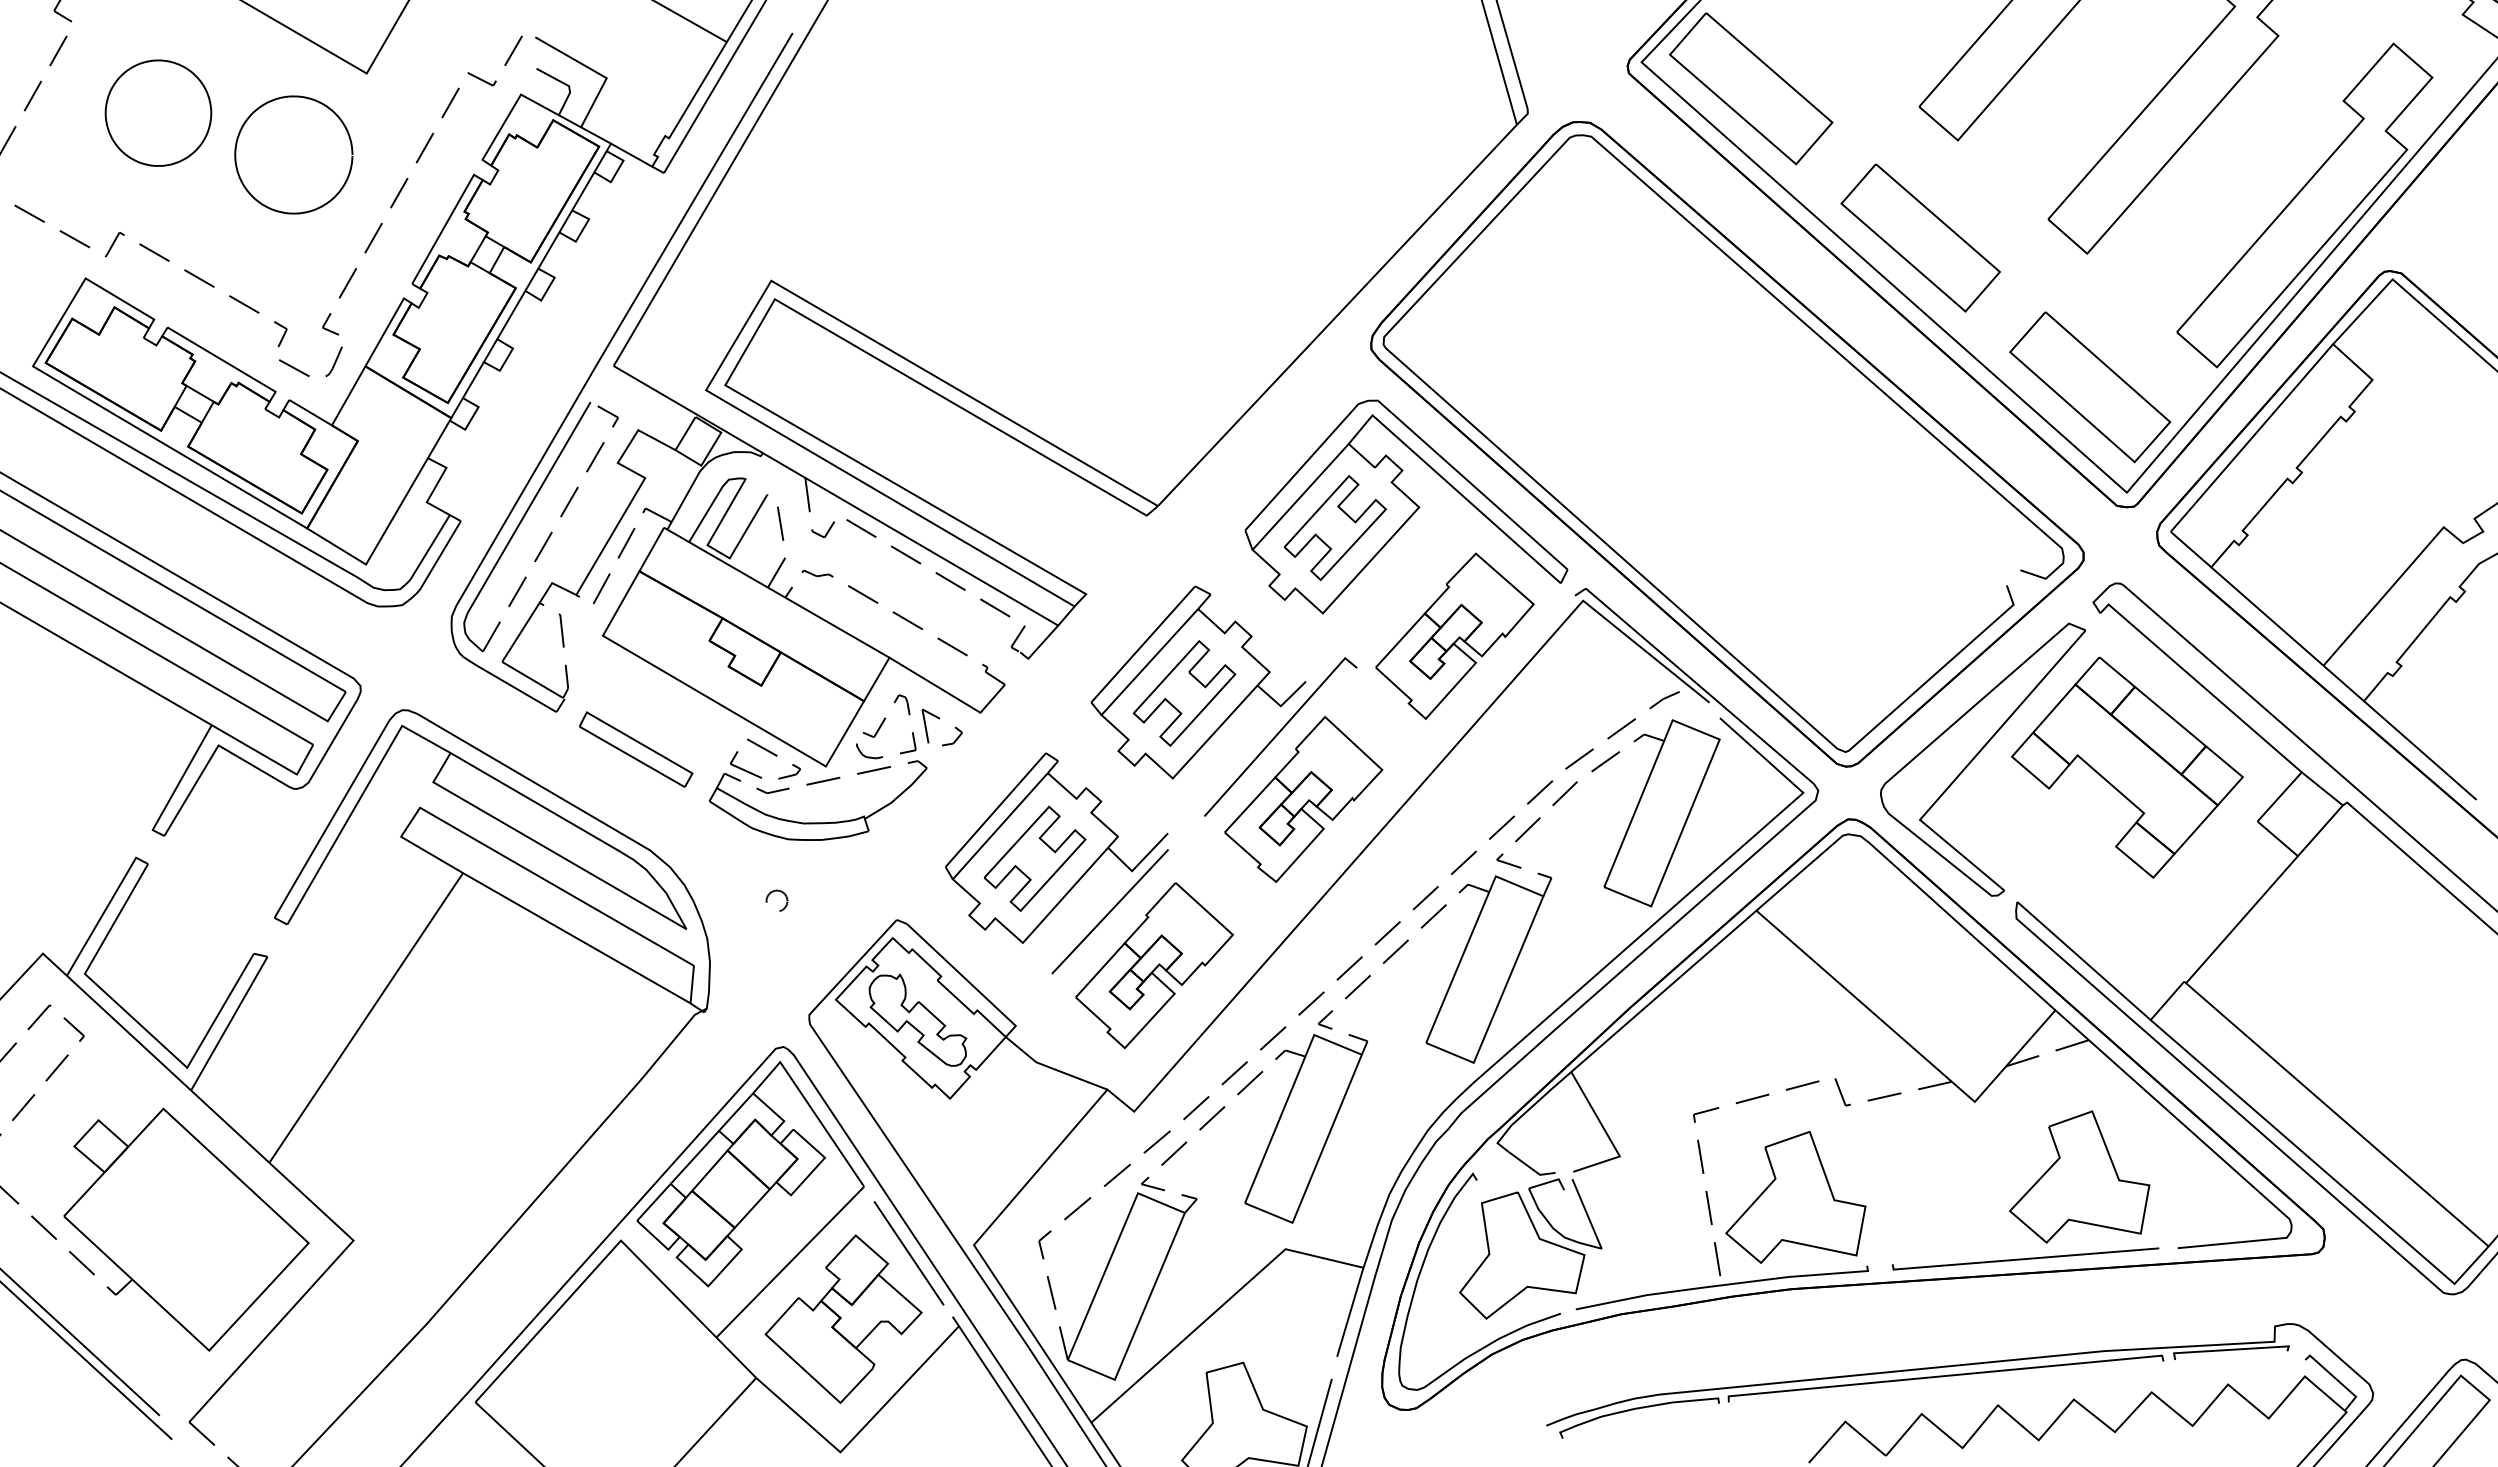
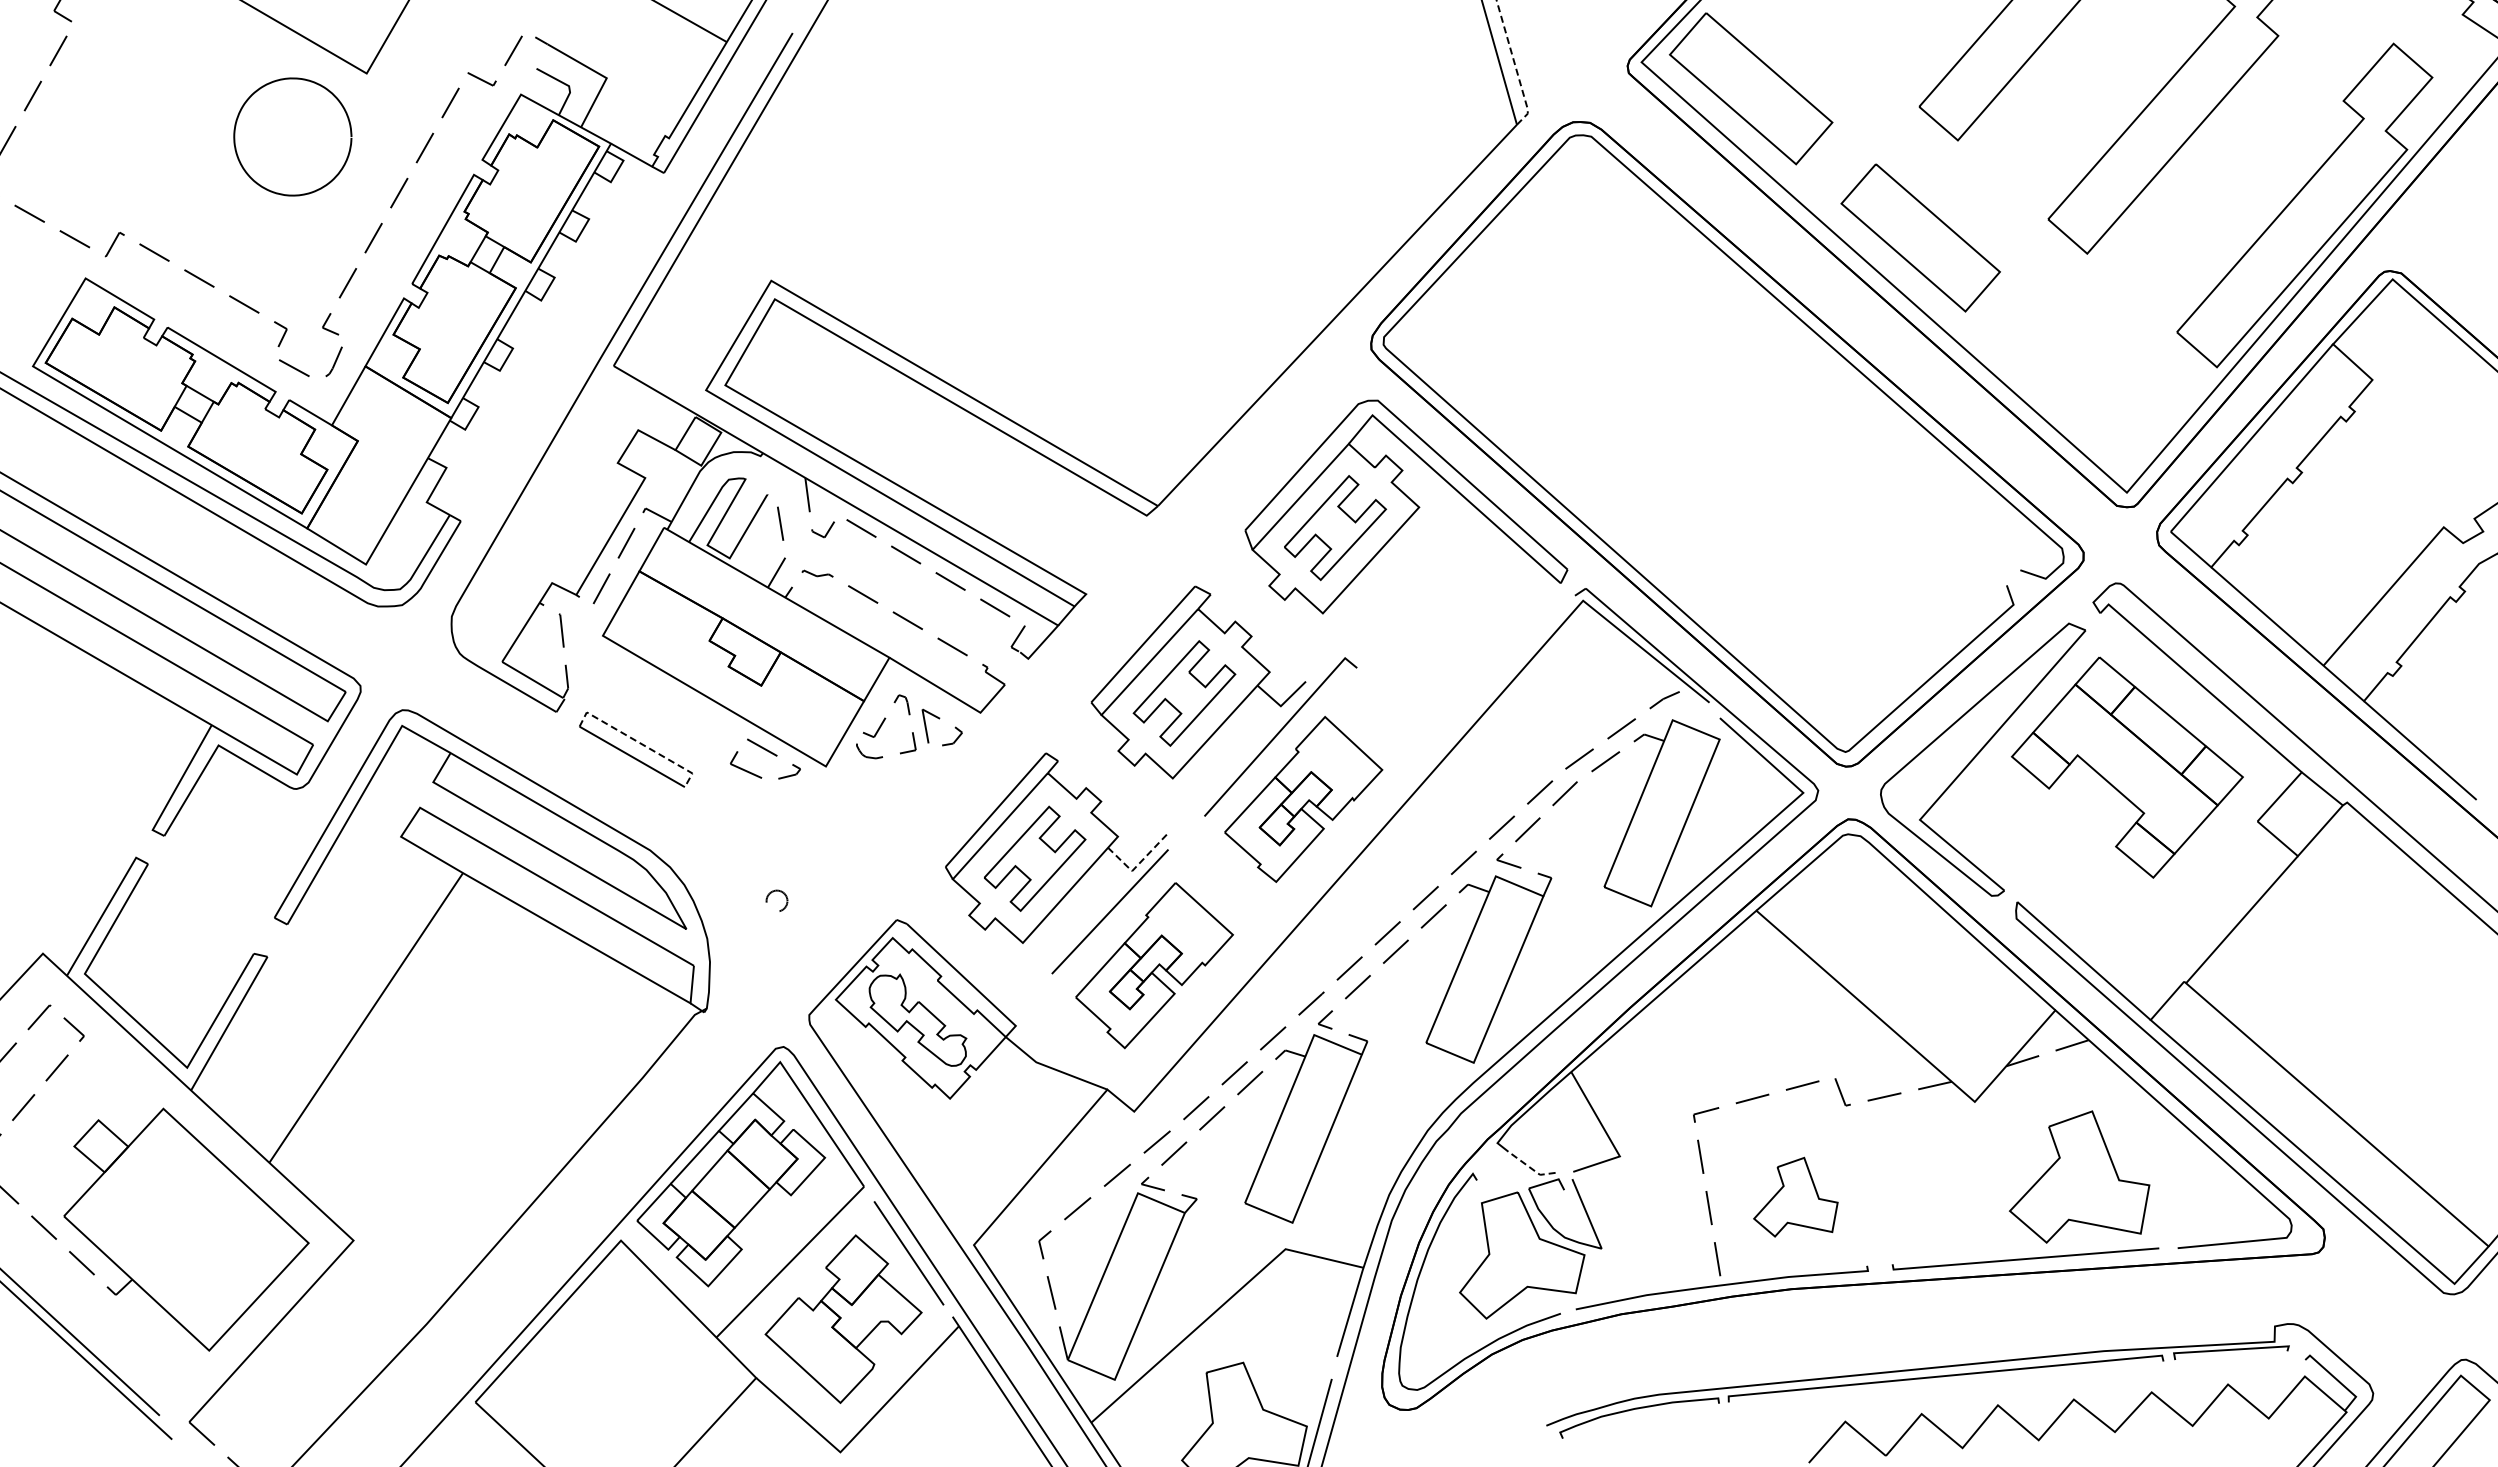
line at (1515, 65): solid -> dashed
curve at (260, 108) position: (260, 108) -> (259, 90)
part at (158, 112): present -> none
part at (2090, 387): present -> none
part at (550, 532): present -> none
part at (1454, 635): present -> none
line at (640, 743): solid -> dashed
part at (814, 784): present -> none
line at (1138, 864): solid -> dashed
line at (1530, 1167): solid -> dashed
part at (1795, 1196) size: 142x134 px -> 86x82 px
